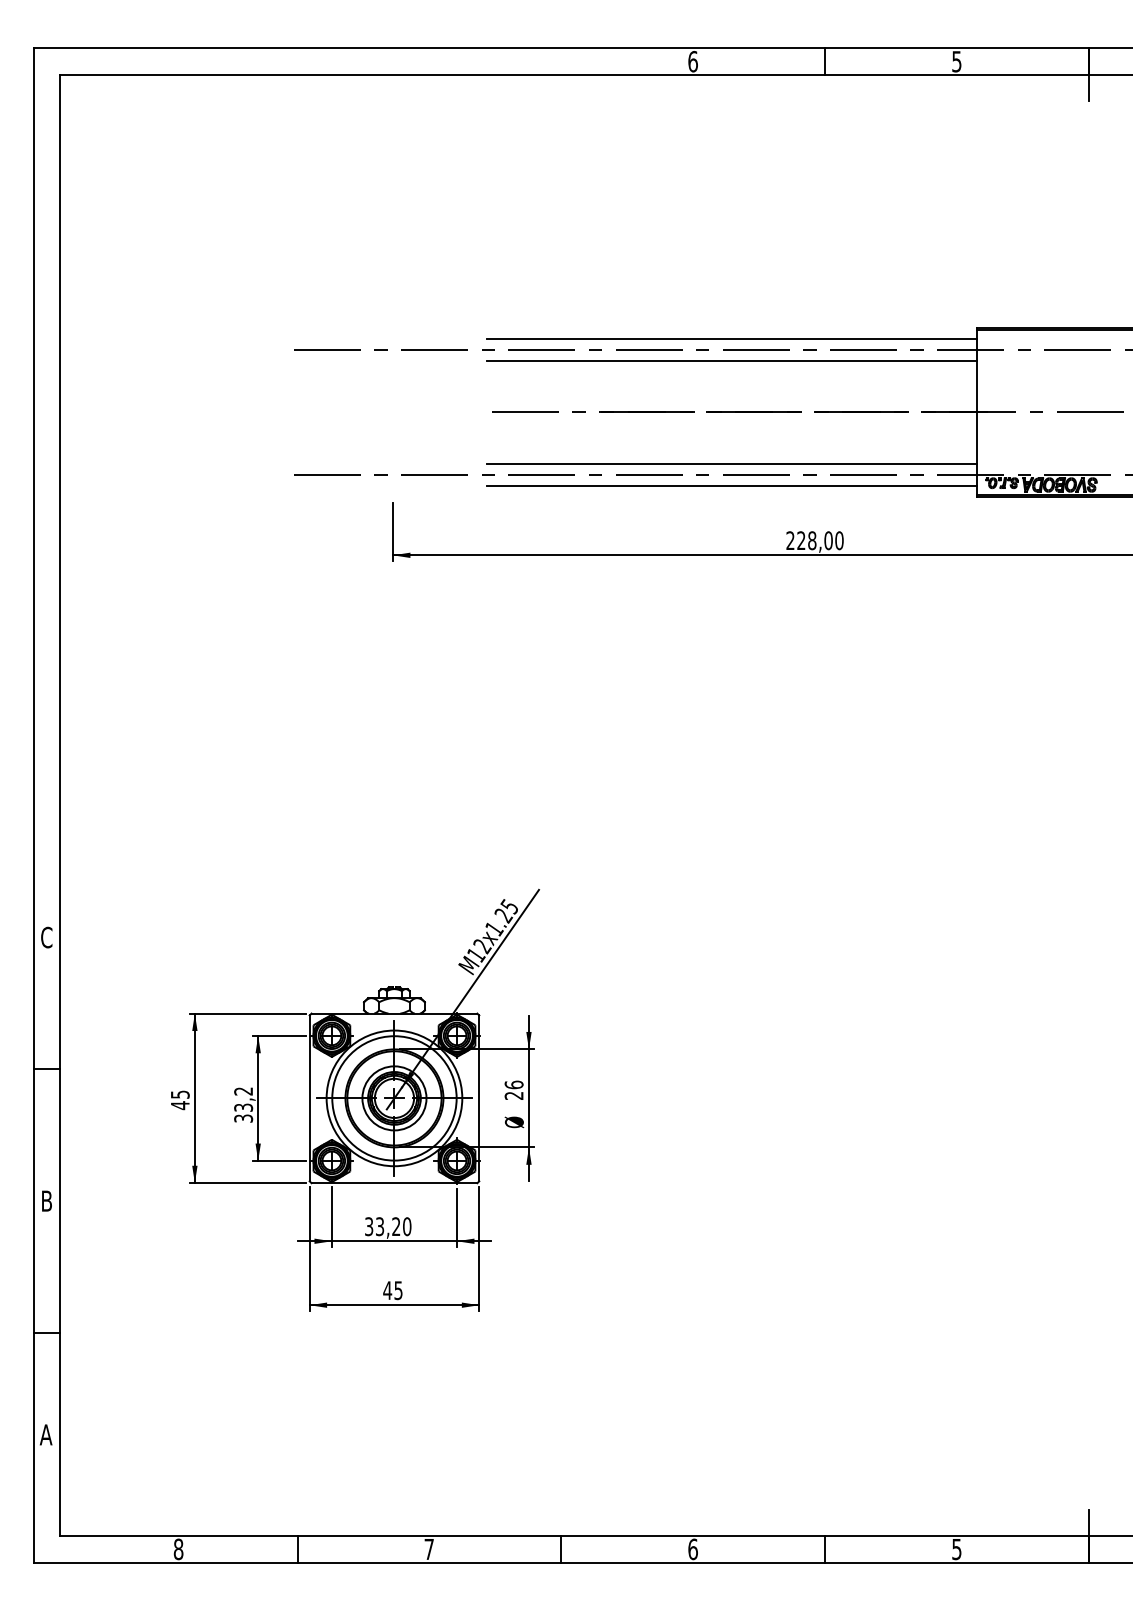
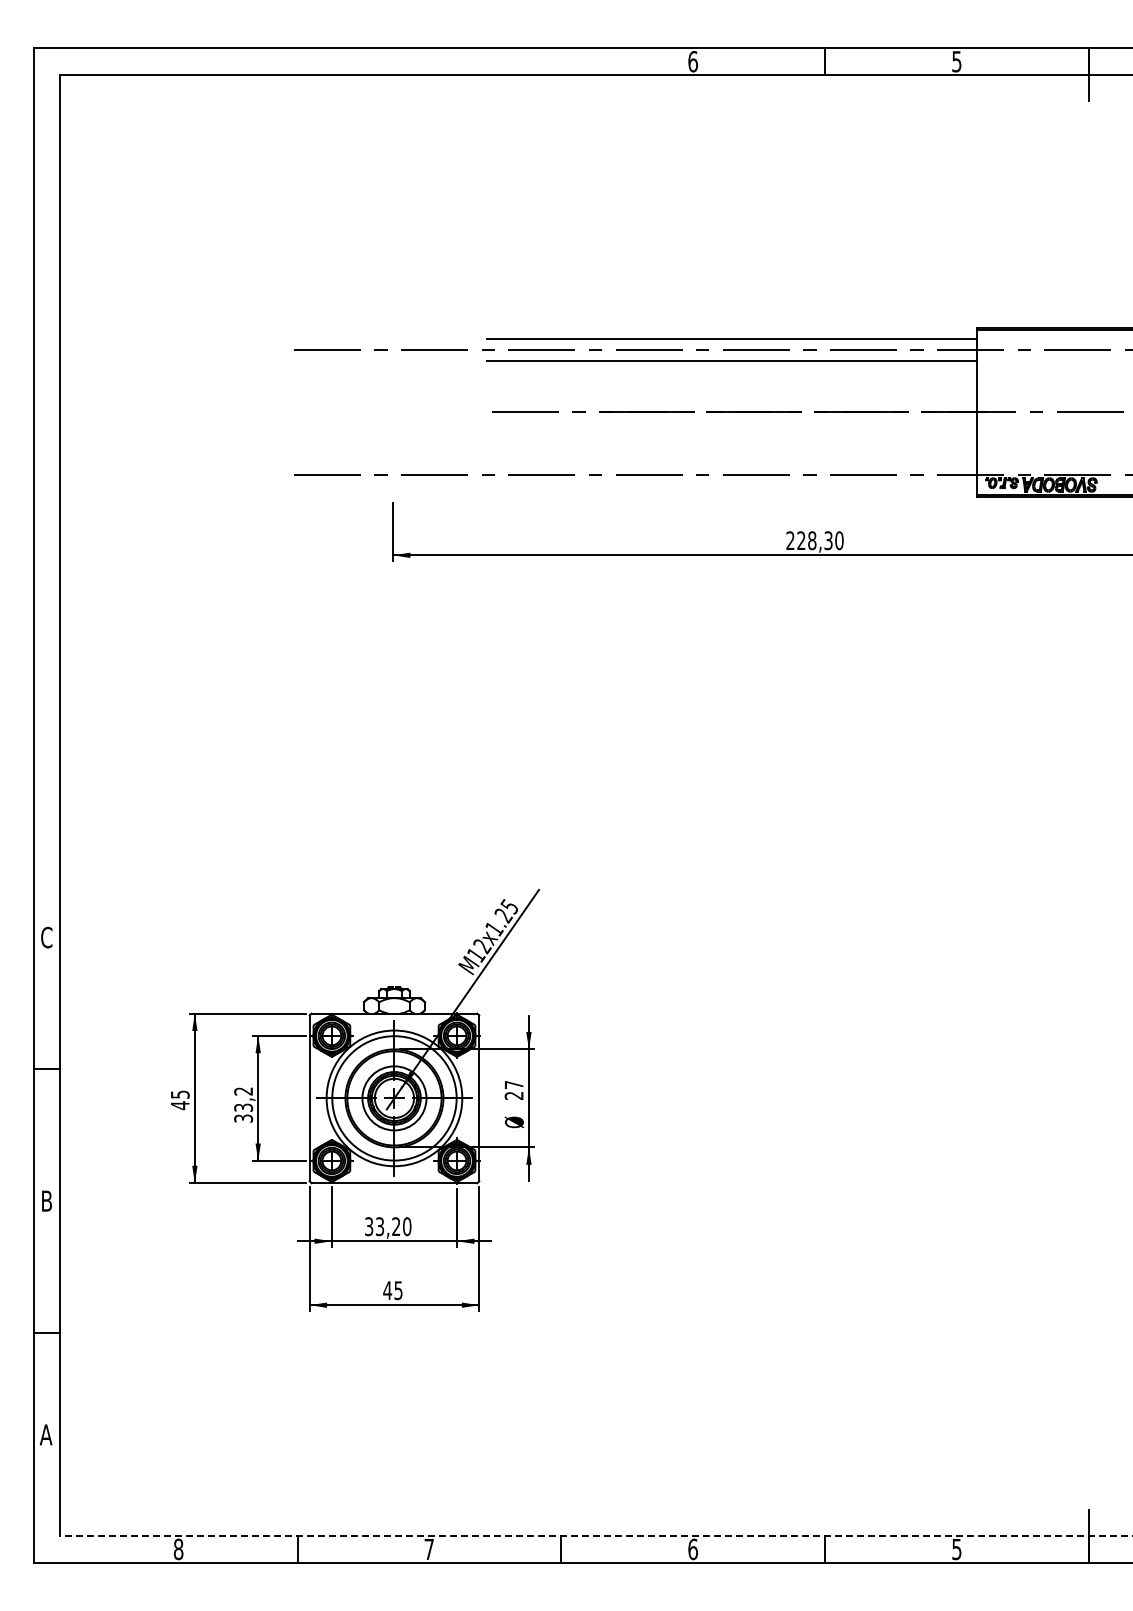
line at (732, 463): present -> none
line at (732, 486): present -> none
text at (828, 540): 228,00 -> 228,30
text at (513, 1084): 26 -> 27
line at (596, 1536): solid -> dashed
